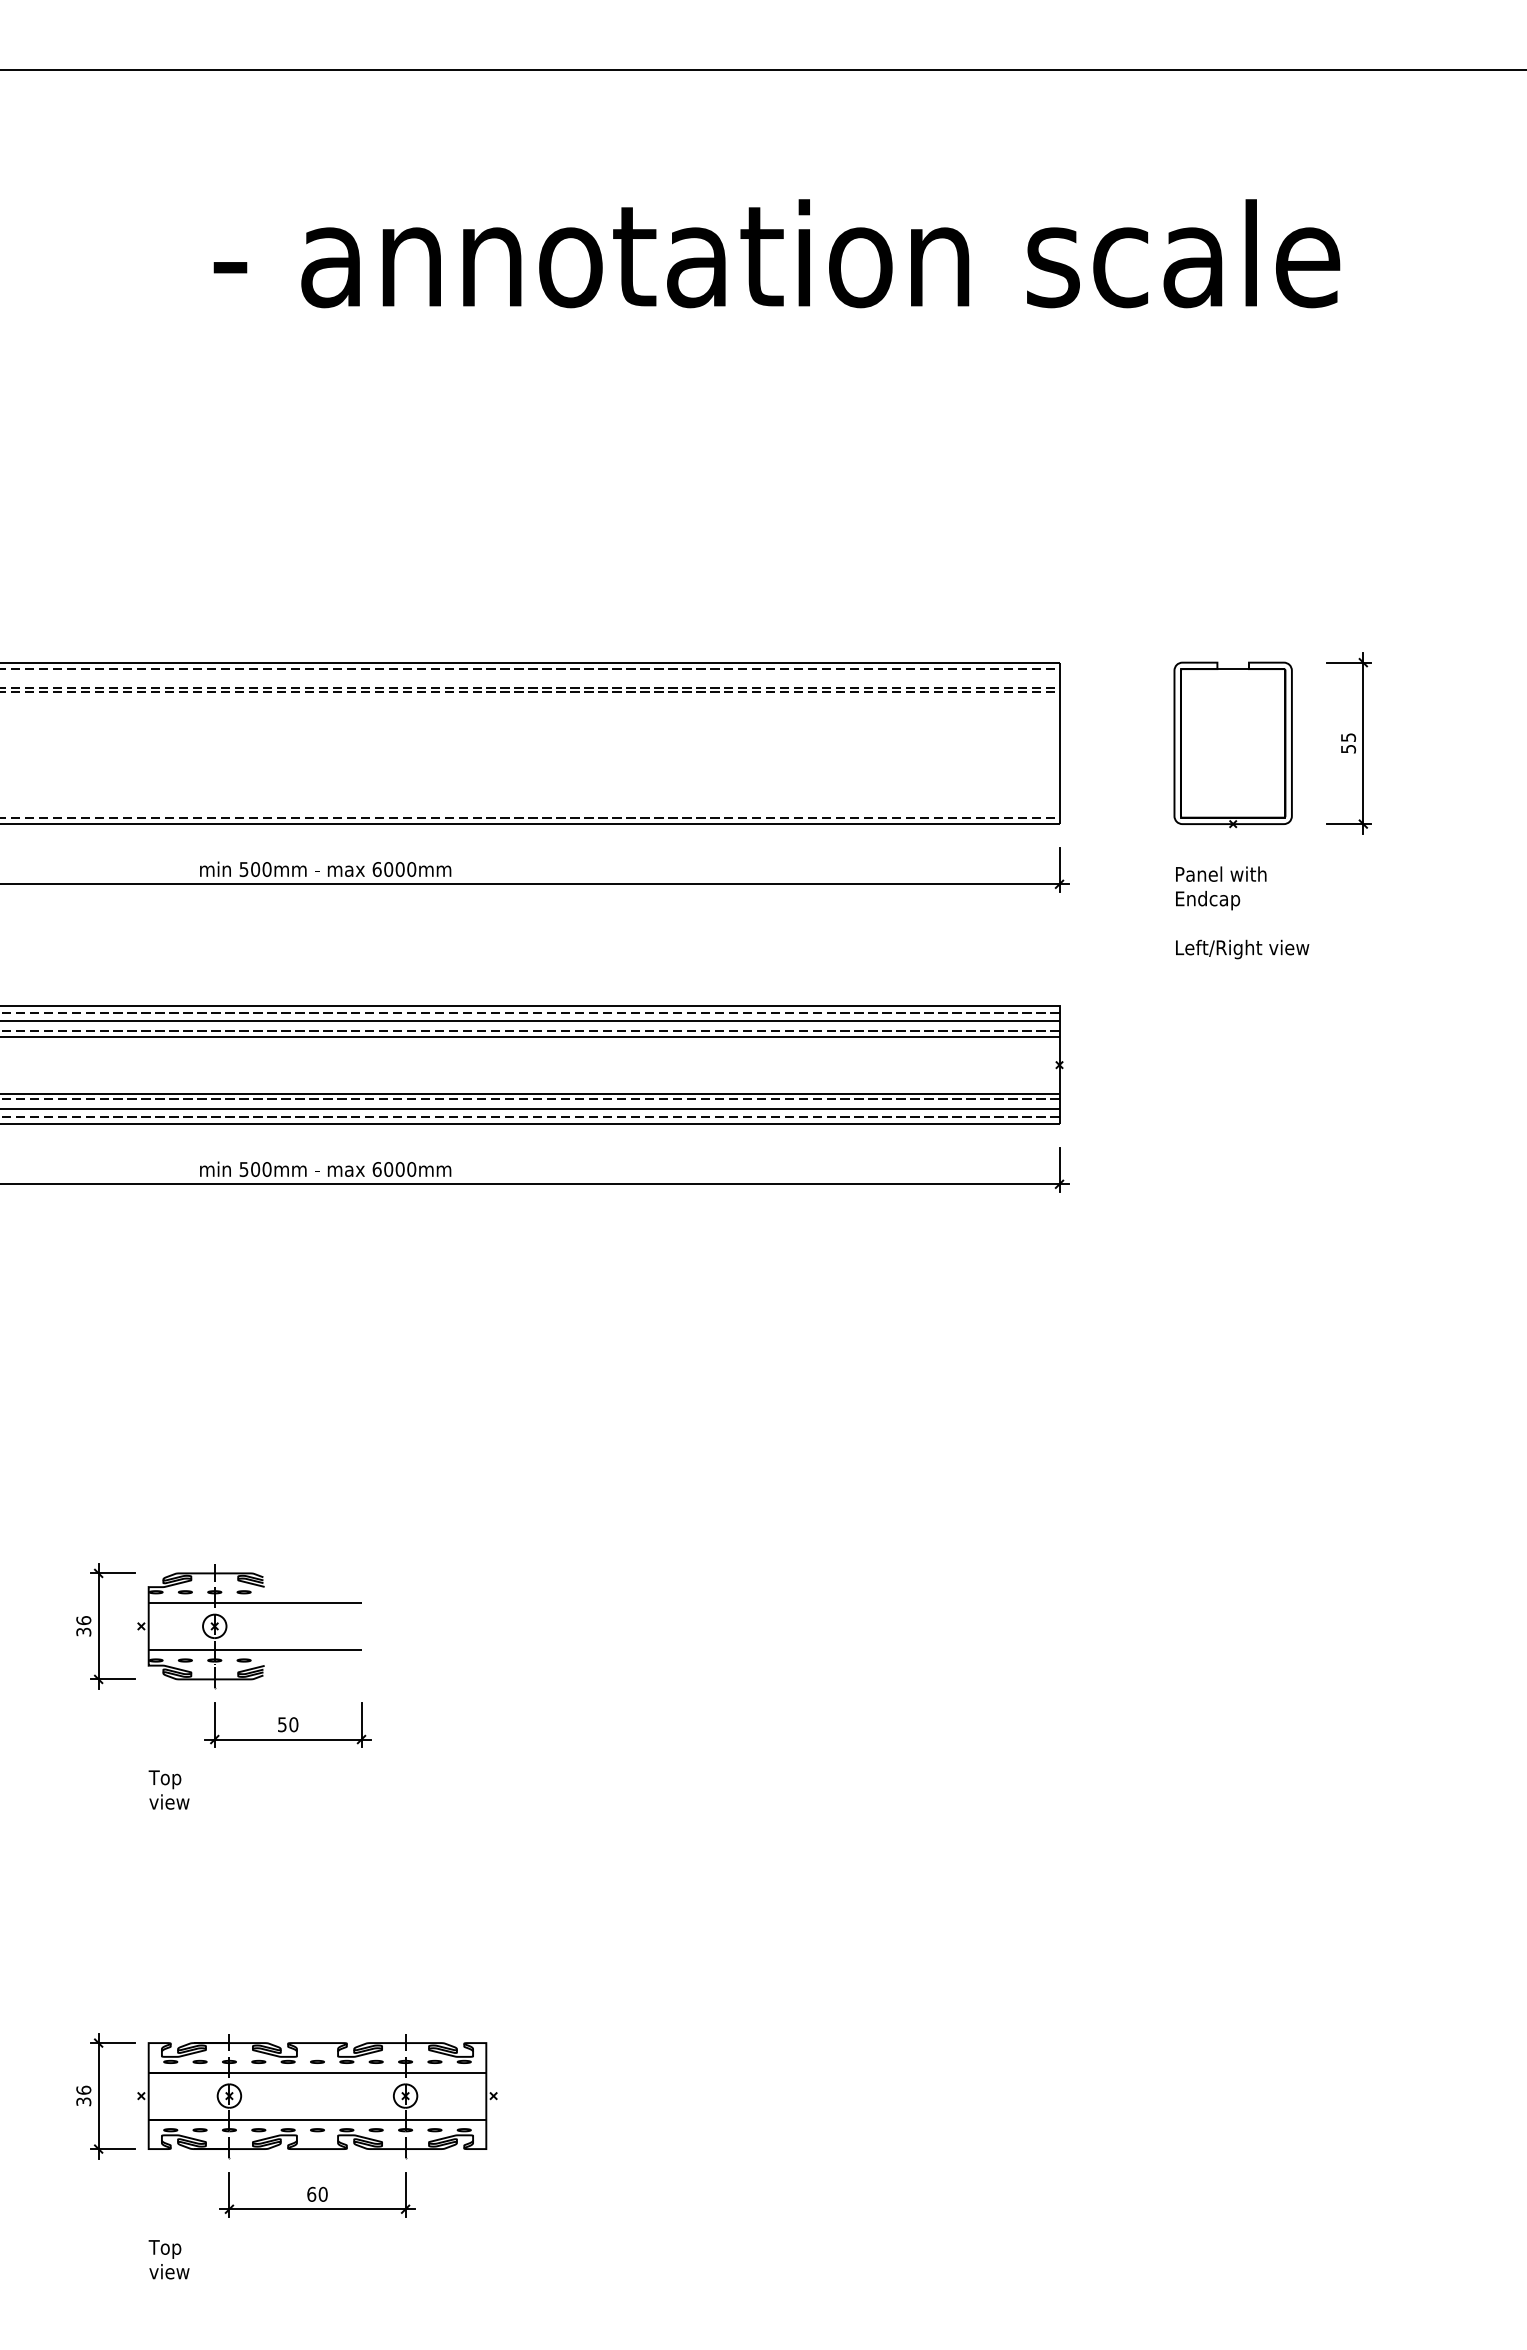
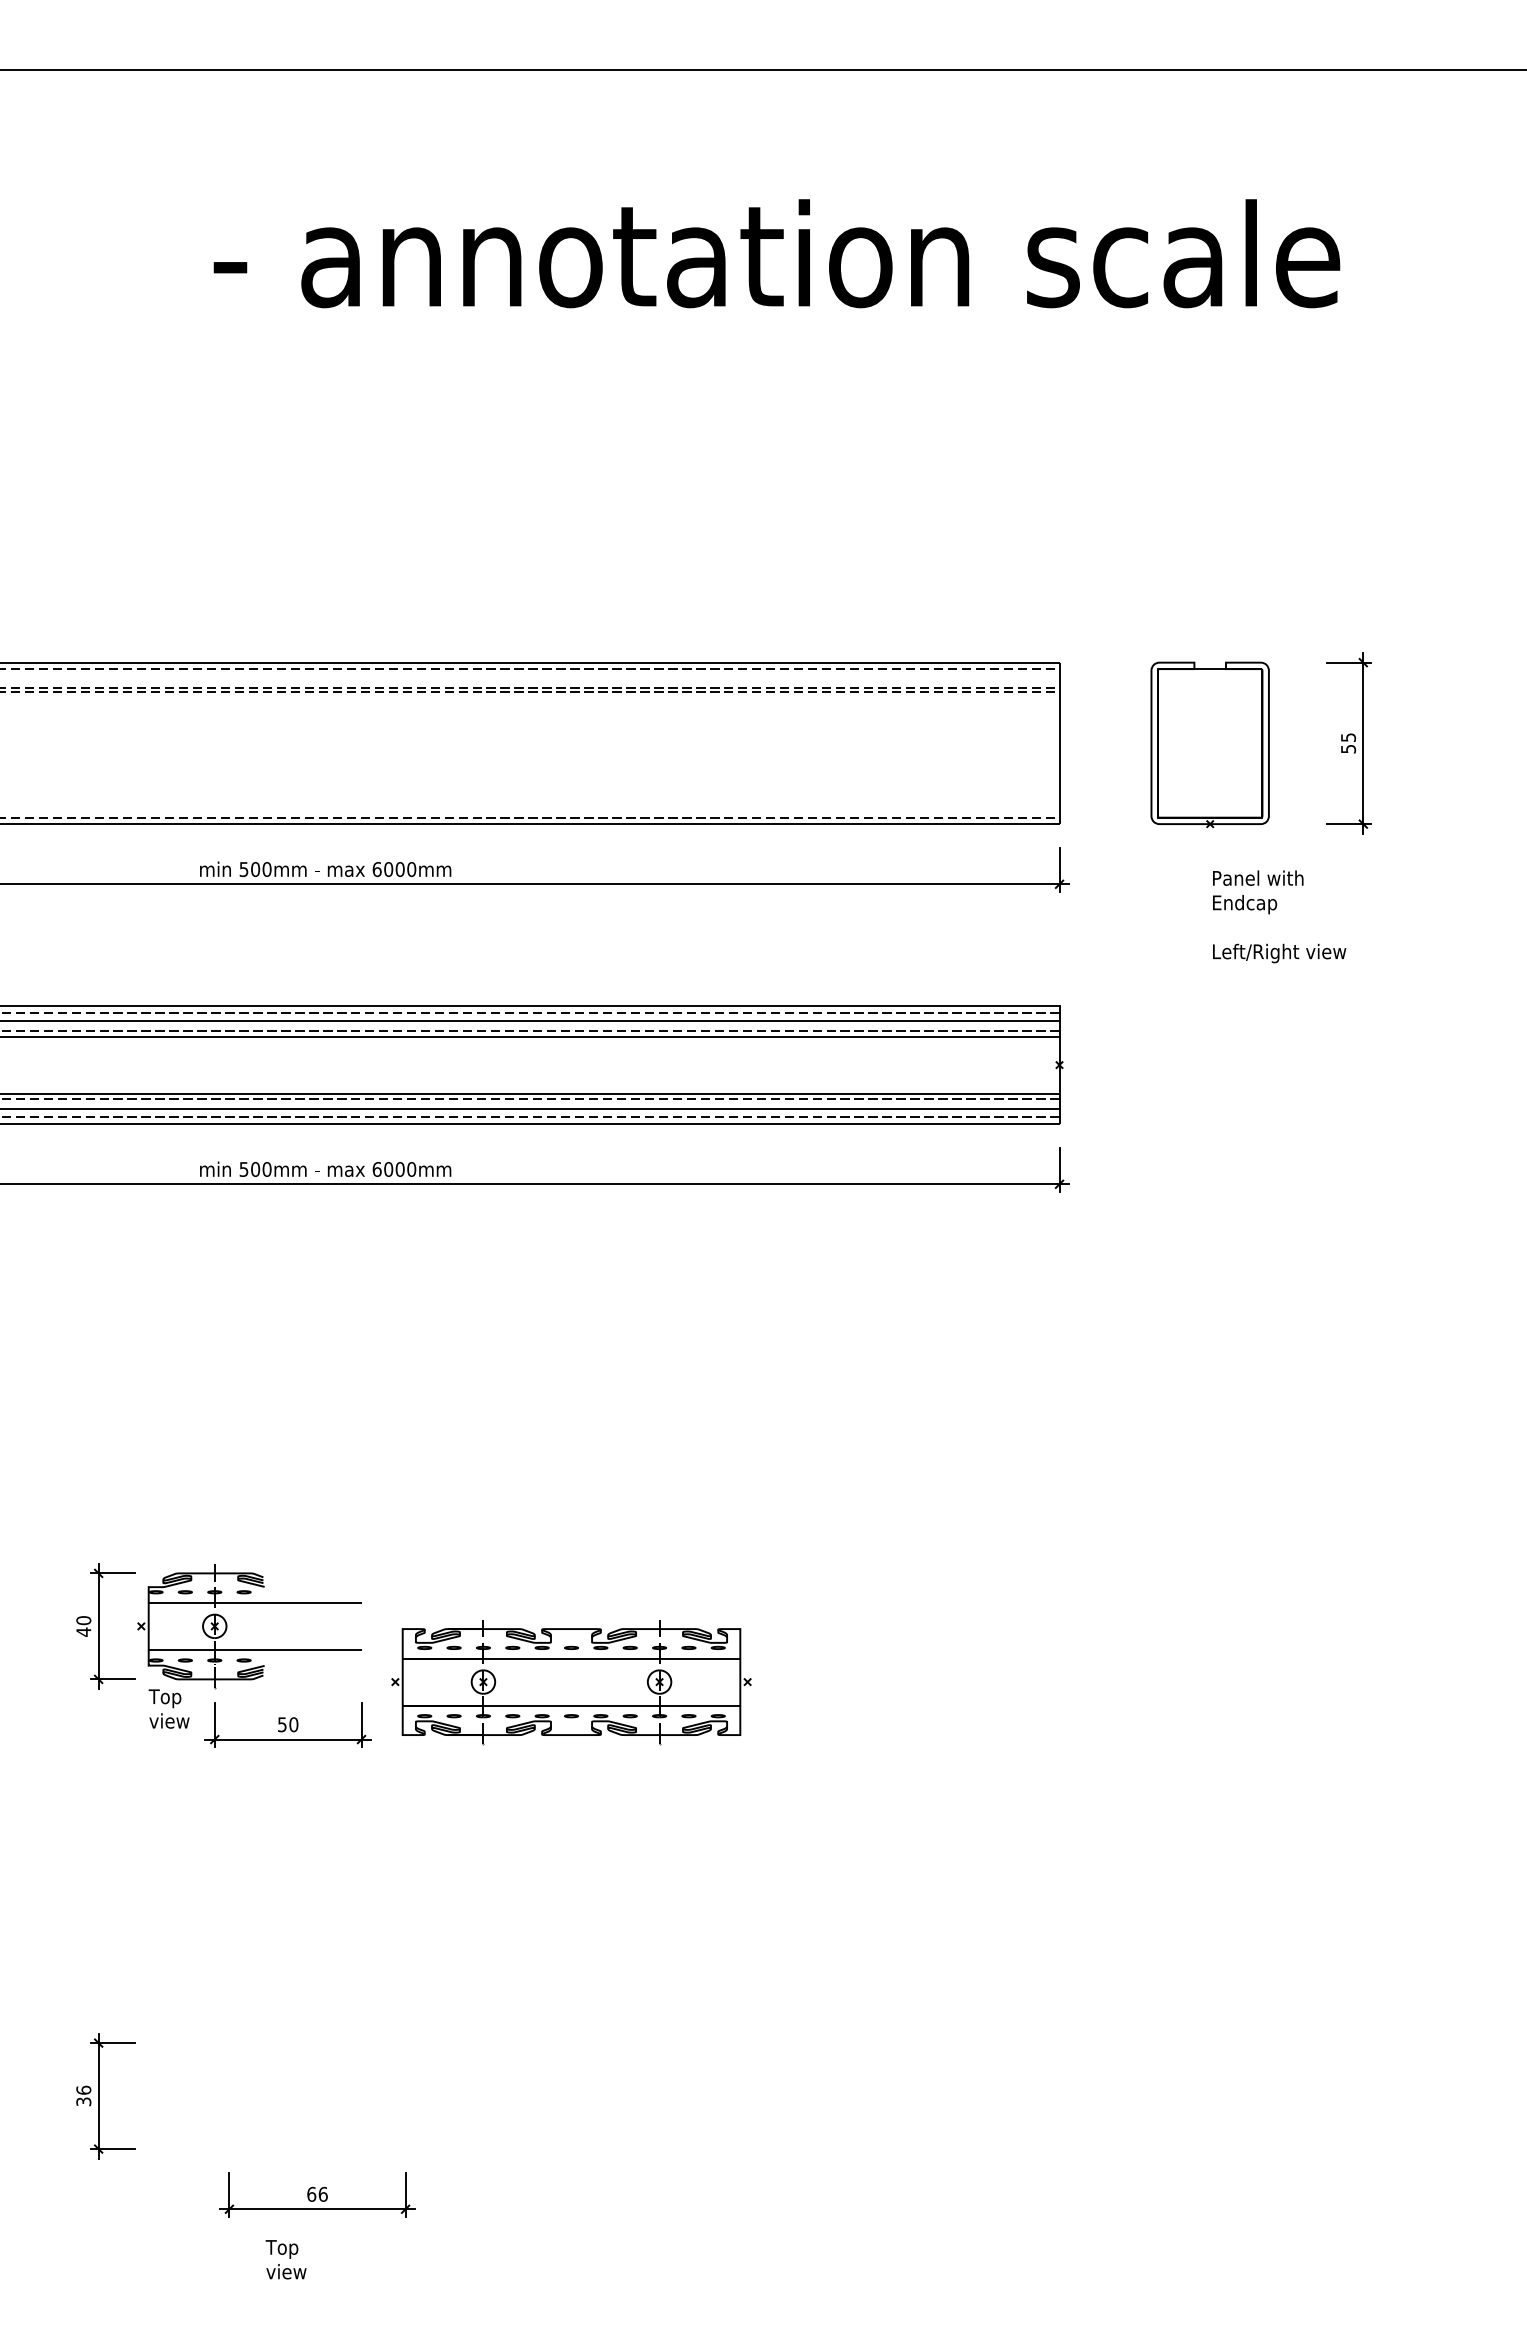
part at (1232, 744) position: (1232, 744) -> (1209, 744)
text at (1242, 912) position: (1242, 912) -> (1279, 916)
text at (83, 1626): 36 -> 40
text at (168, 1789) position: (168, 1789) -> (168, 1708)
part at (317, 2096) position: (317, 2096) -> (571, 1682)
text at (322, 2193): 60 -> 66
text at (168, 2259) position: (168, 2259) -> (285, 2259)
